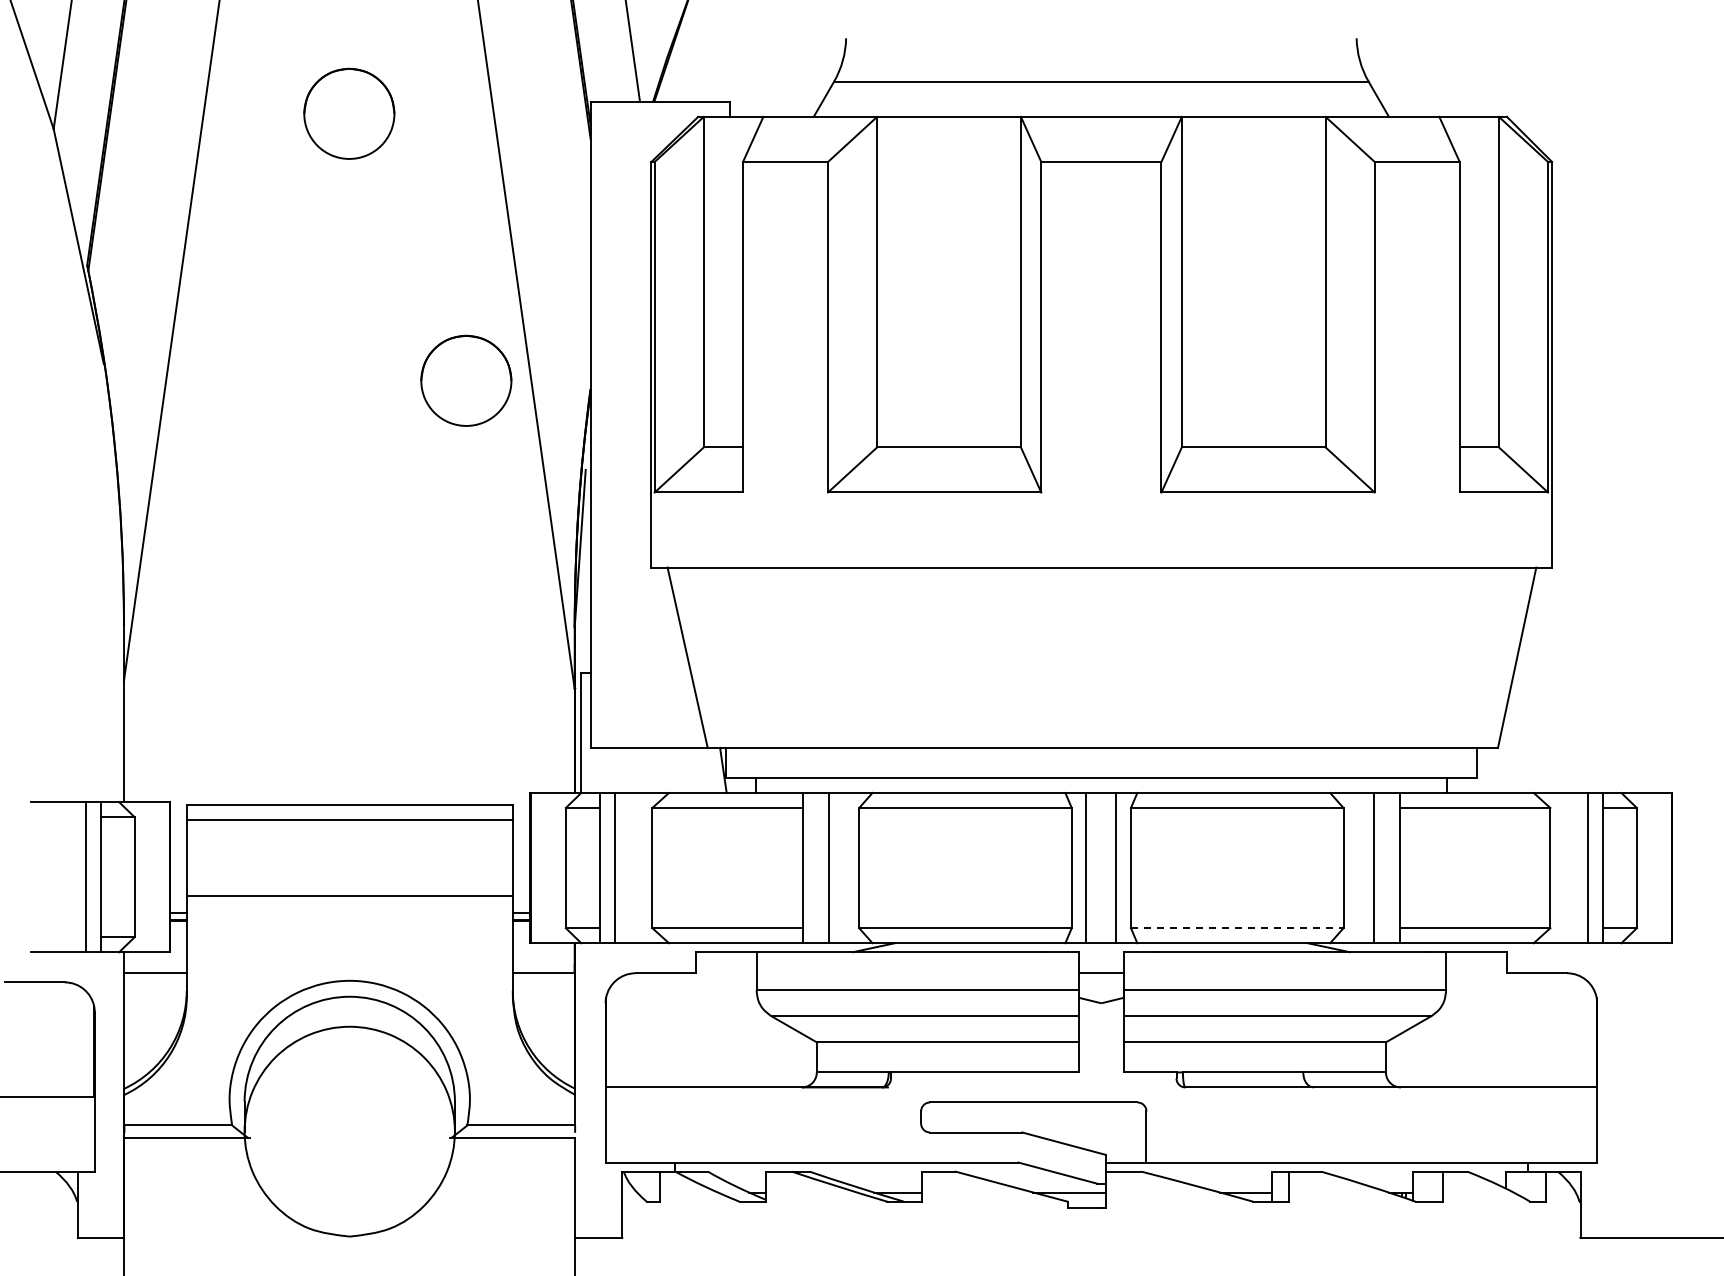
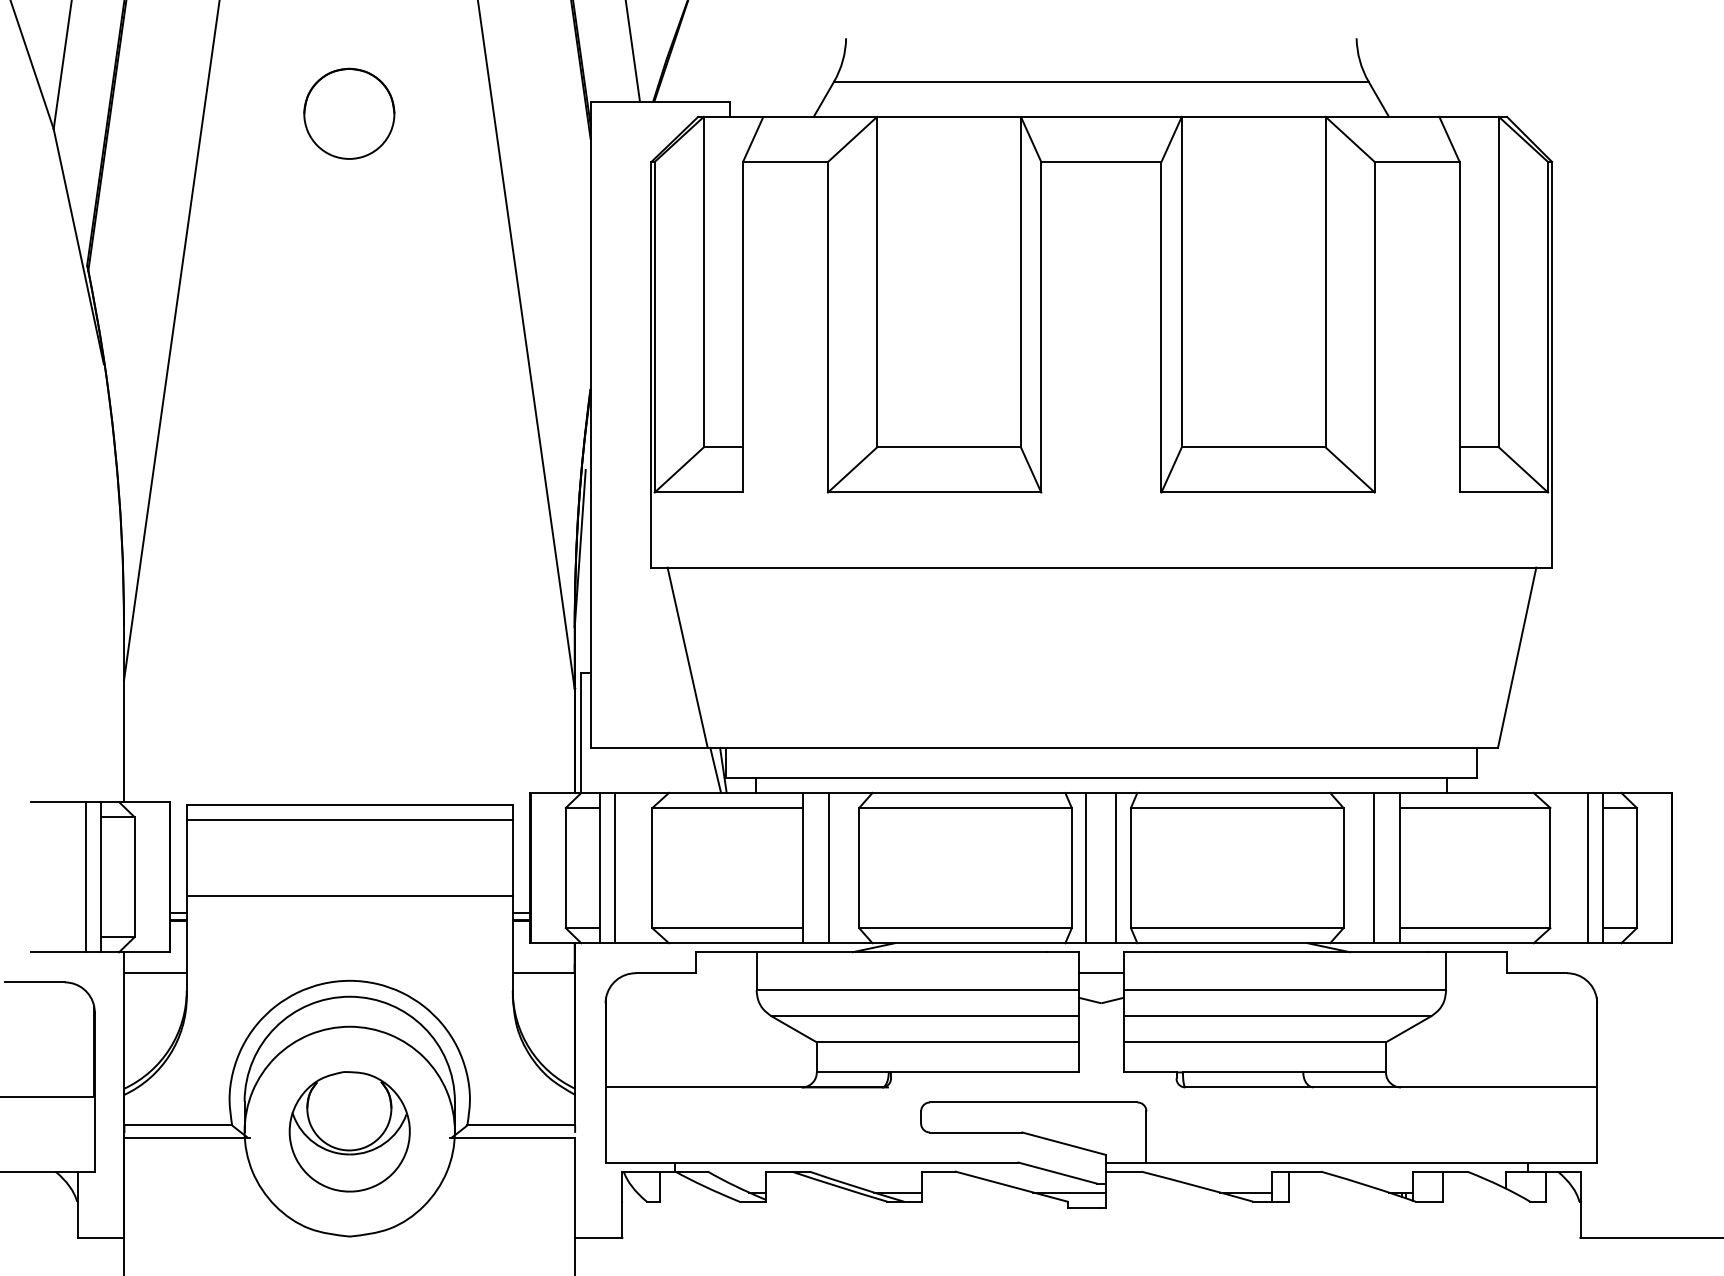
part at (466, 380): present -> none
line at (715, 769): none -> present
line at (1237, 928): dashed -> solid
part at (349, 1131): none -> present
